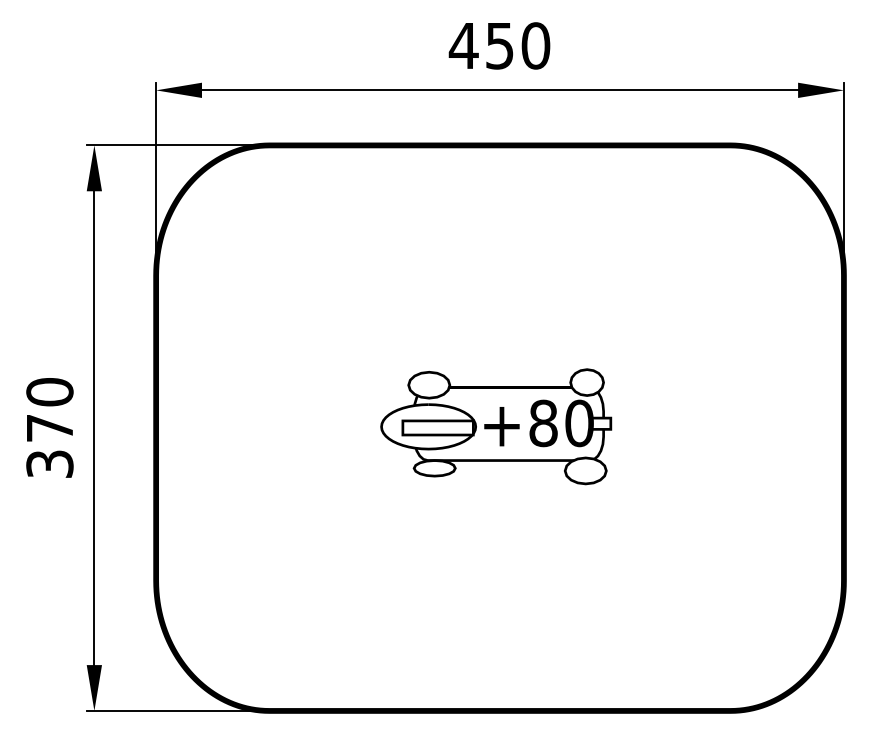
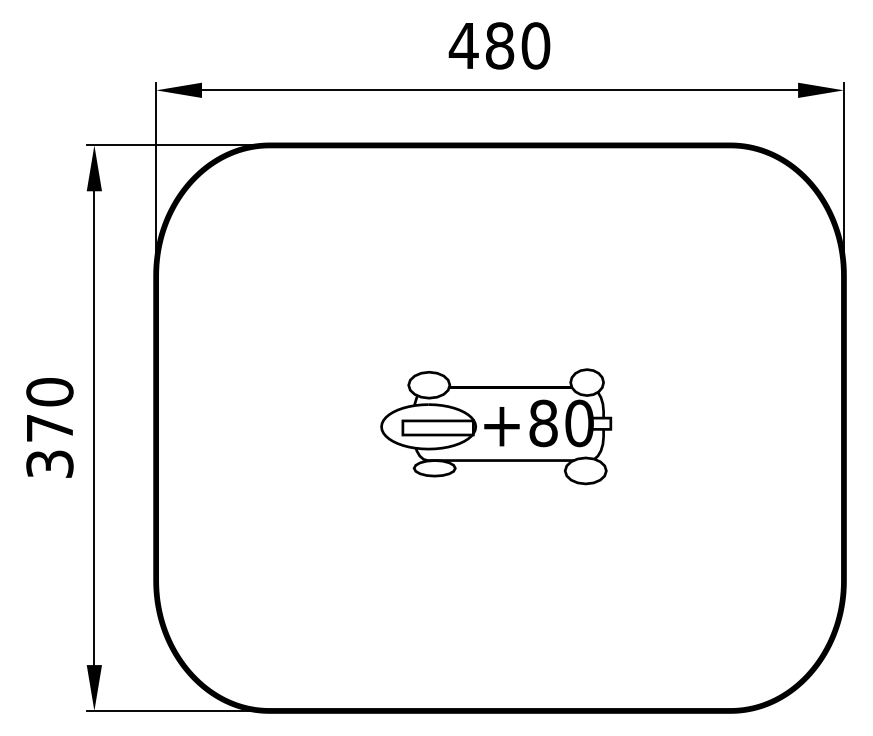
text at (500, 45): 450 -> 480
